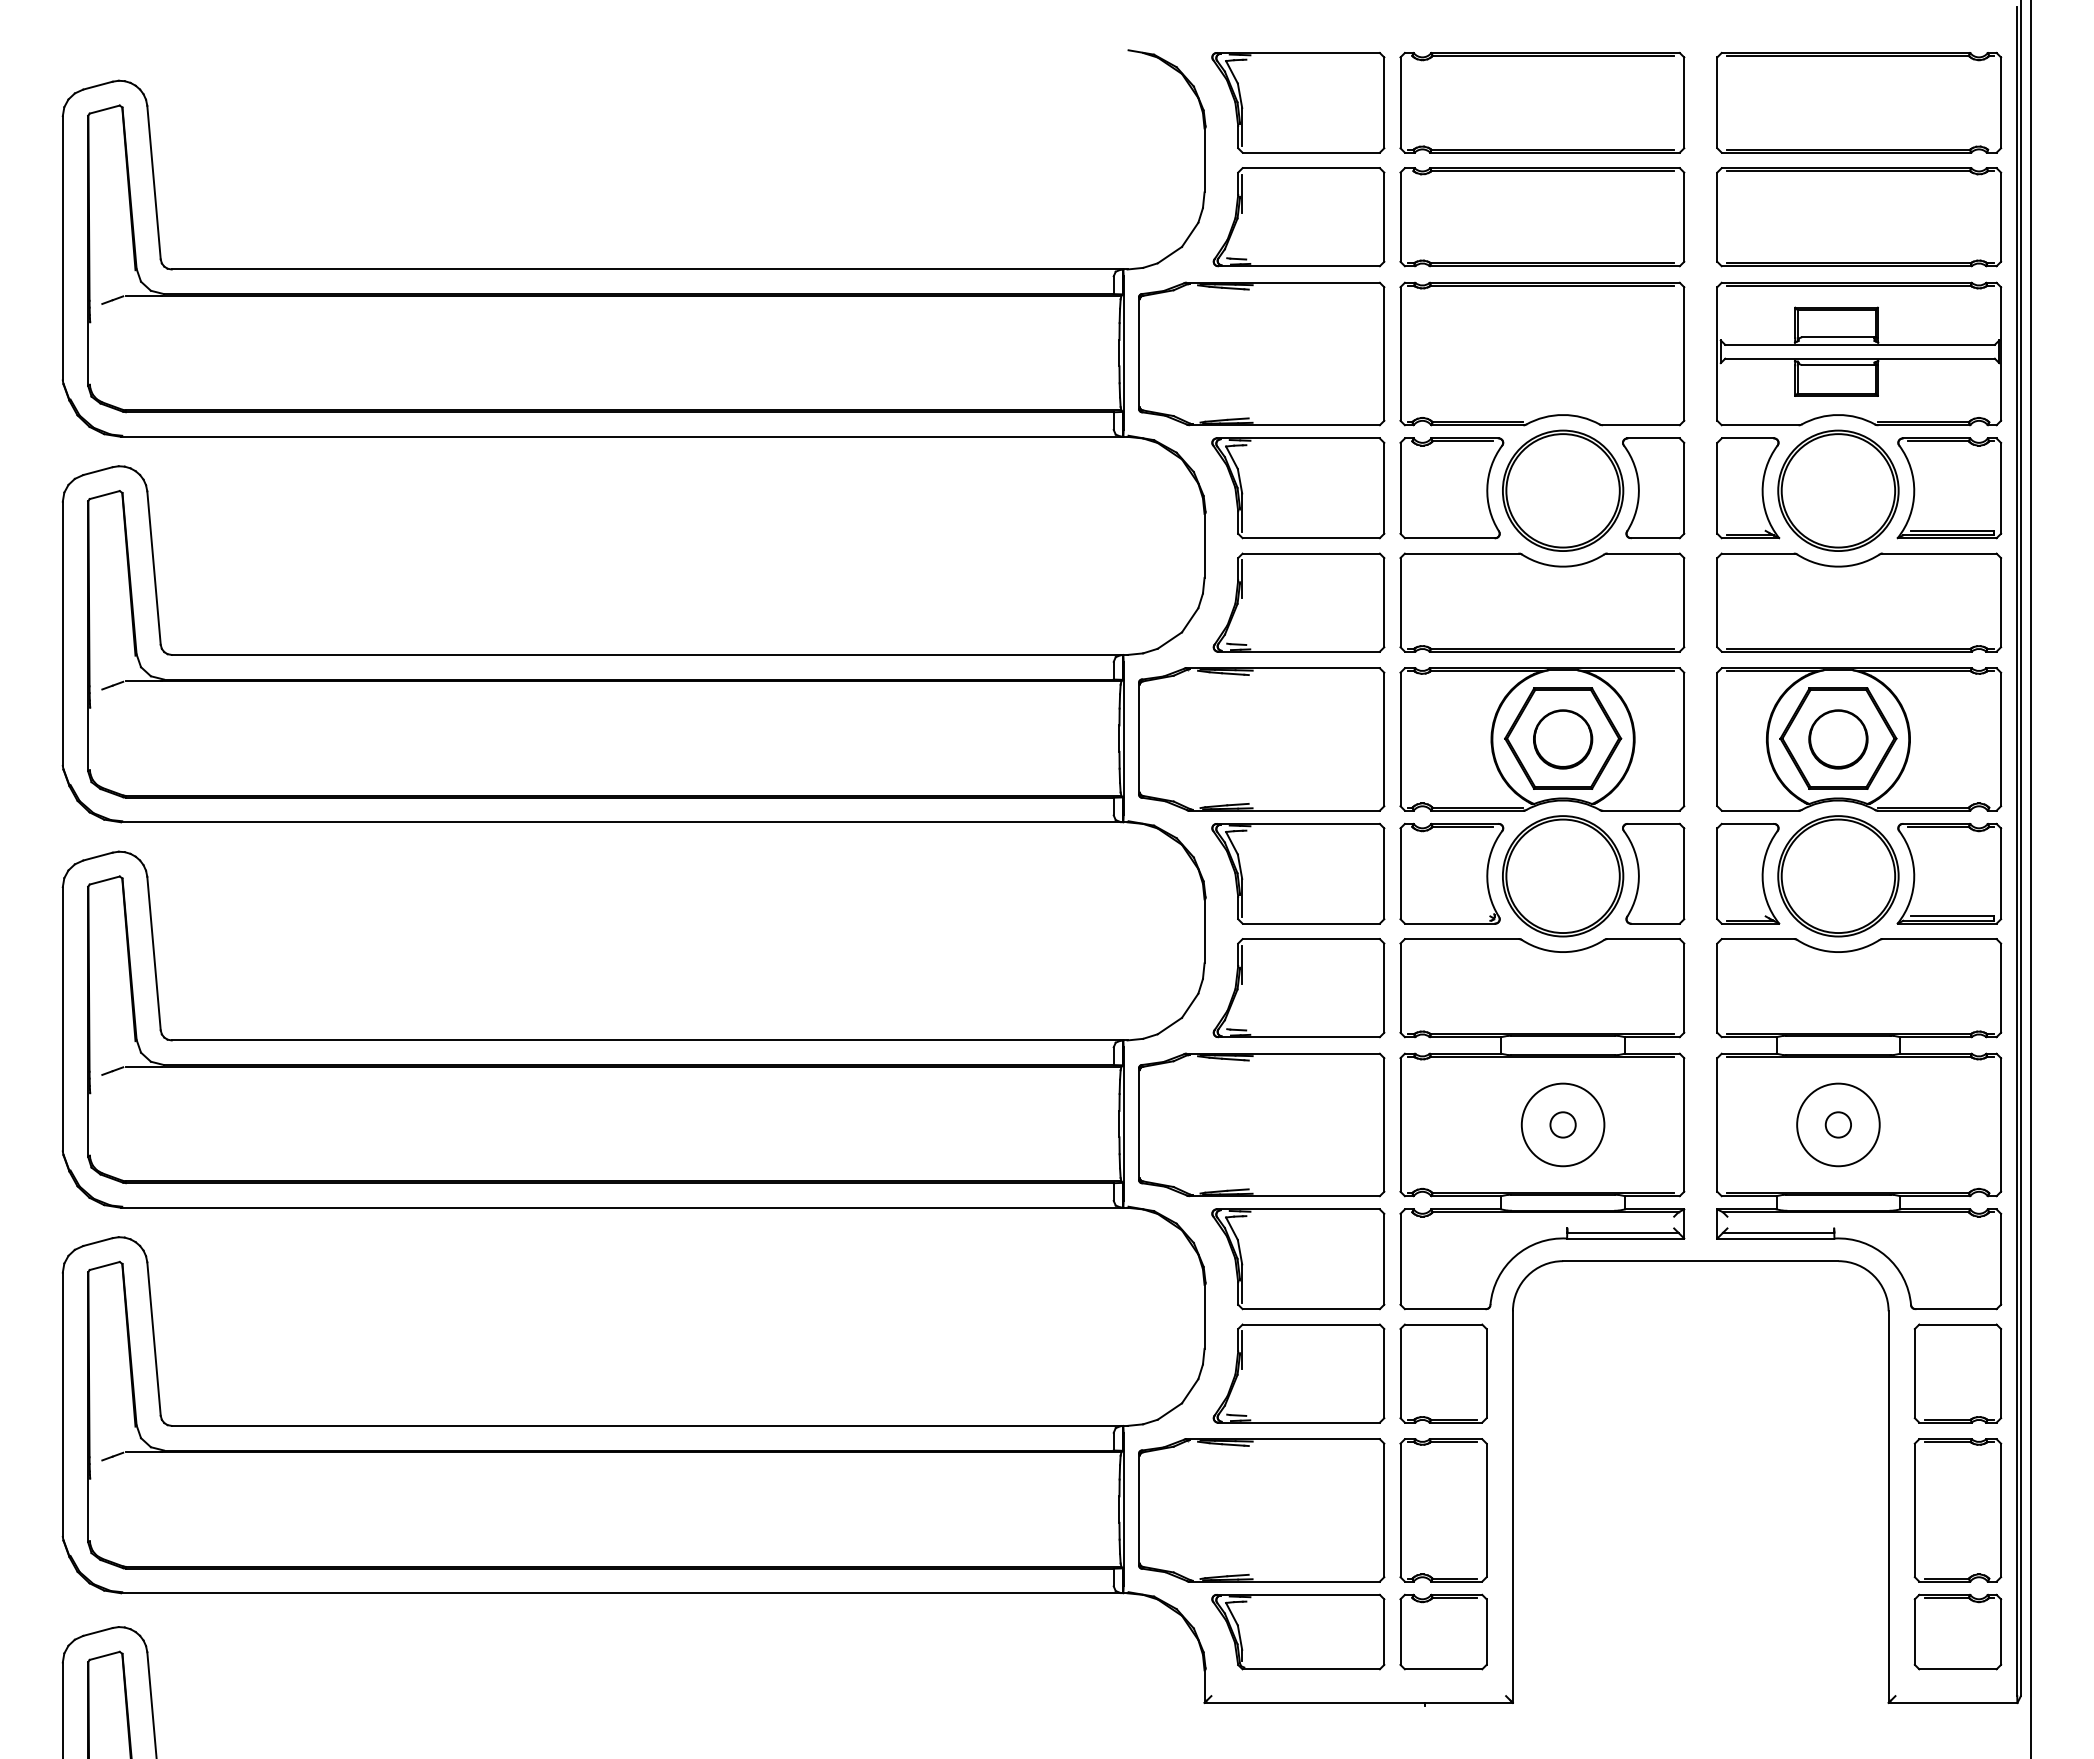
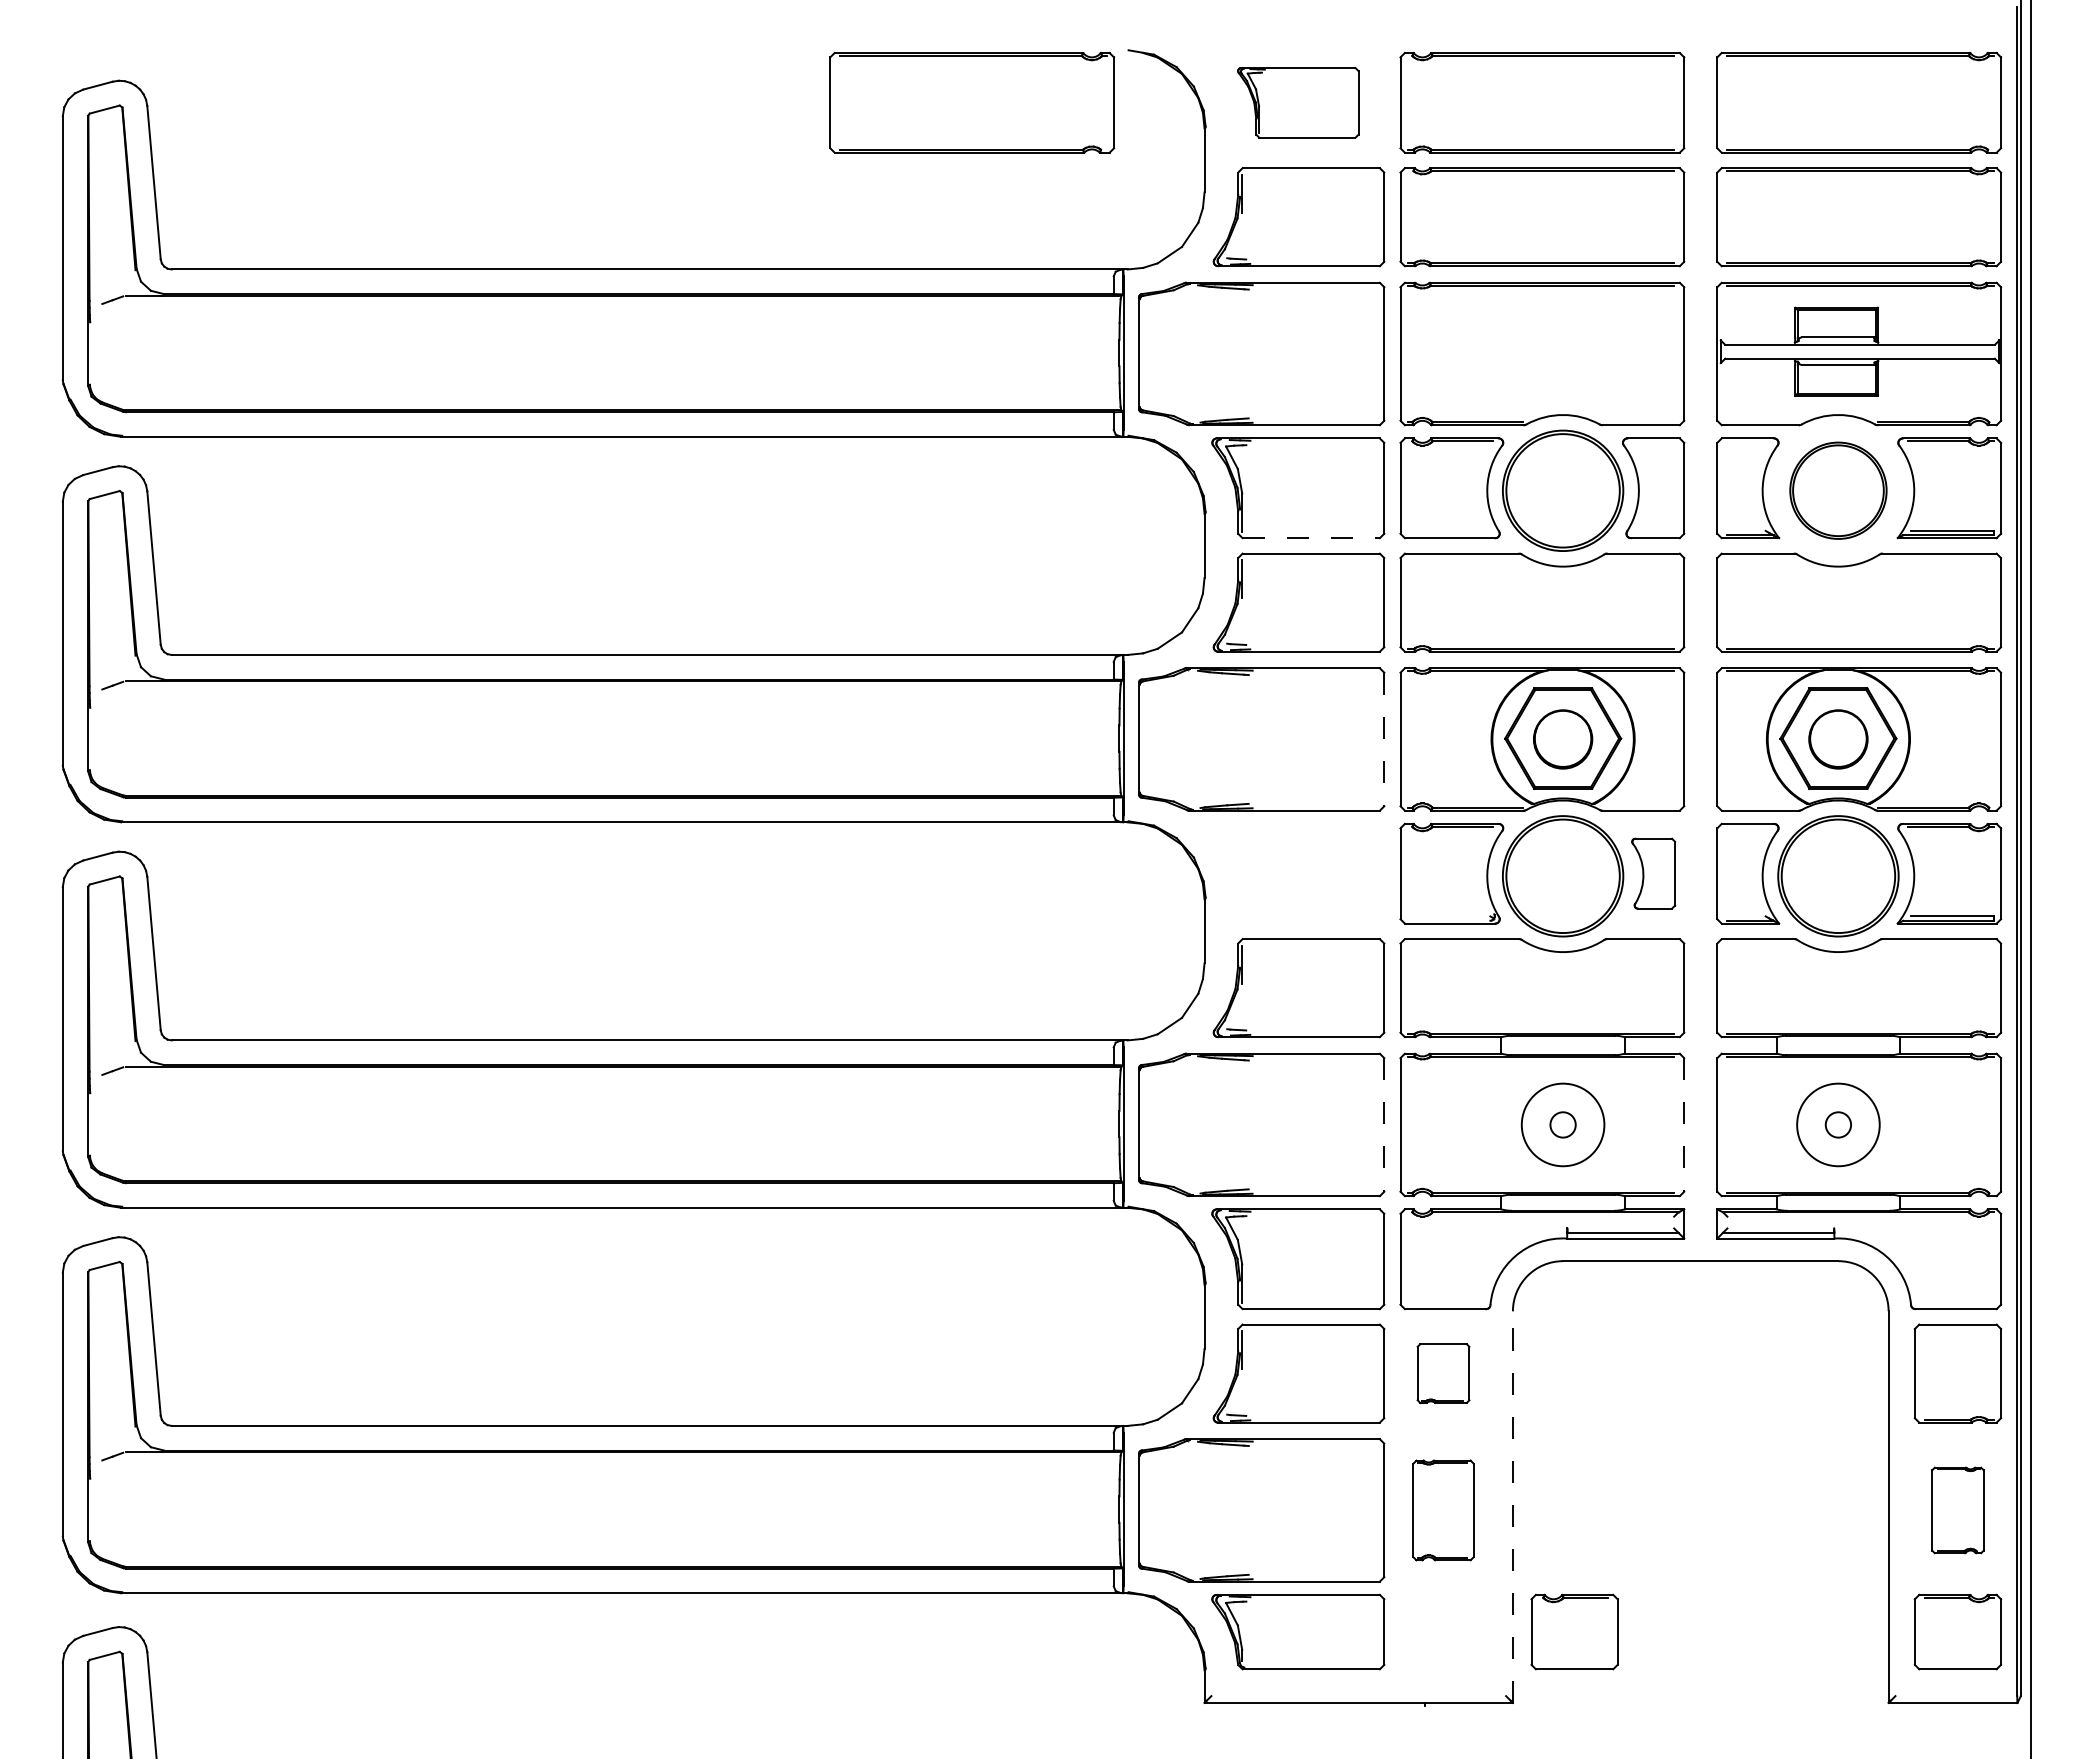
part at (972, 102): none -> present
part at (1298, 102) size: 175x102 px -> 123x73 px
part at (1838, 490) size: 123x123 px -> 99x99 px
line at (1311, 538): solid -> dashed
line at (1384, 739): solid -> dashed
part at (1298, 873): present -> none
part at (1653, 873) size: 64x103 px -> 46x73 px
line at (1384, 1124): solid -> dashed
line at (1684, 1124): solid -> dashed
part at (1443, 1373) size: 89x101 px -> 55x61 px
line at (1512, 1507): solid -> dashed
part at (1443, 1510) size: 89x145 px -> 63x103 px
part at (1957, 1510) size: 90x145 px -> 54x89 px
part at (1443, 1631) position: (1443, 1631) -> (1574, 1631)
